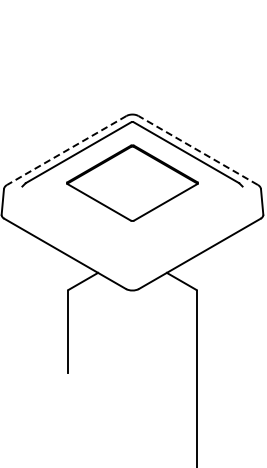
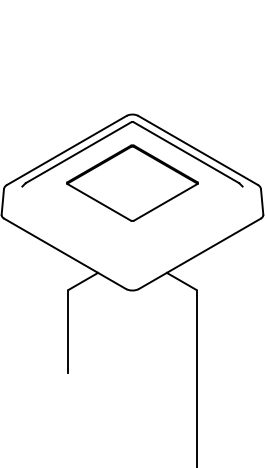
line at (66, 150): dashed -> solid
line at (198, 150): dashed -> solid
